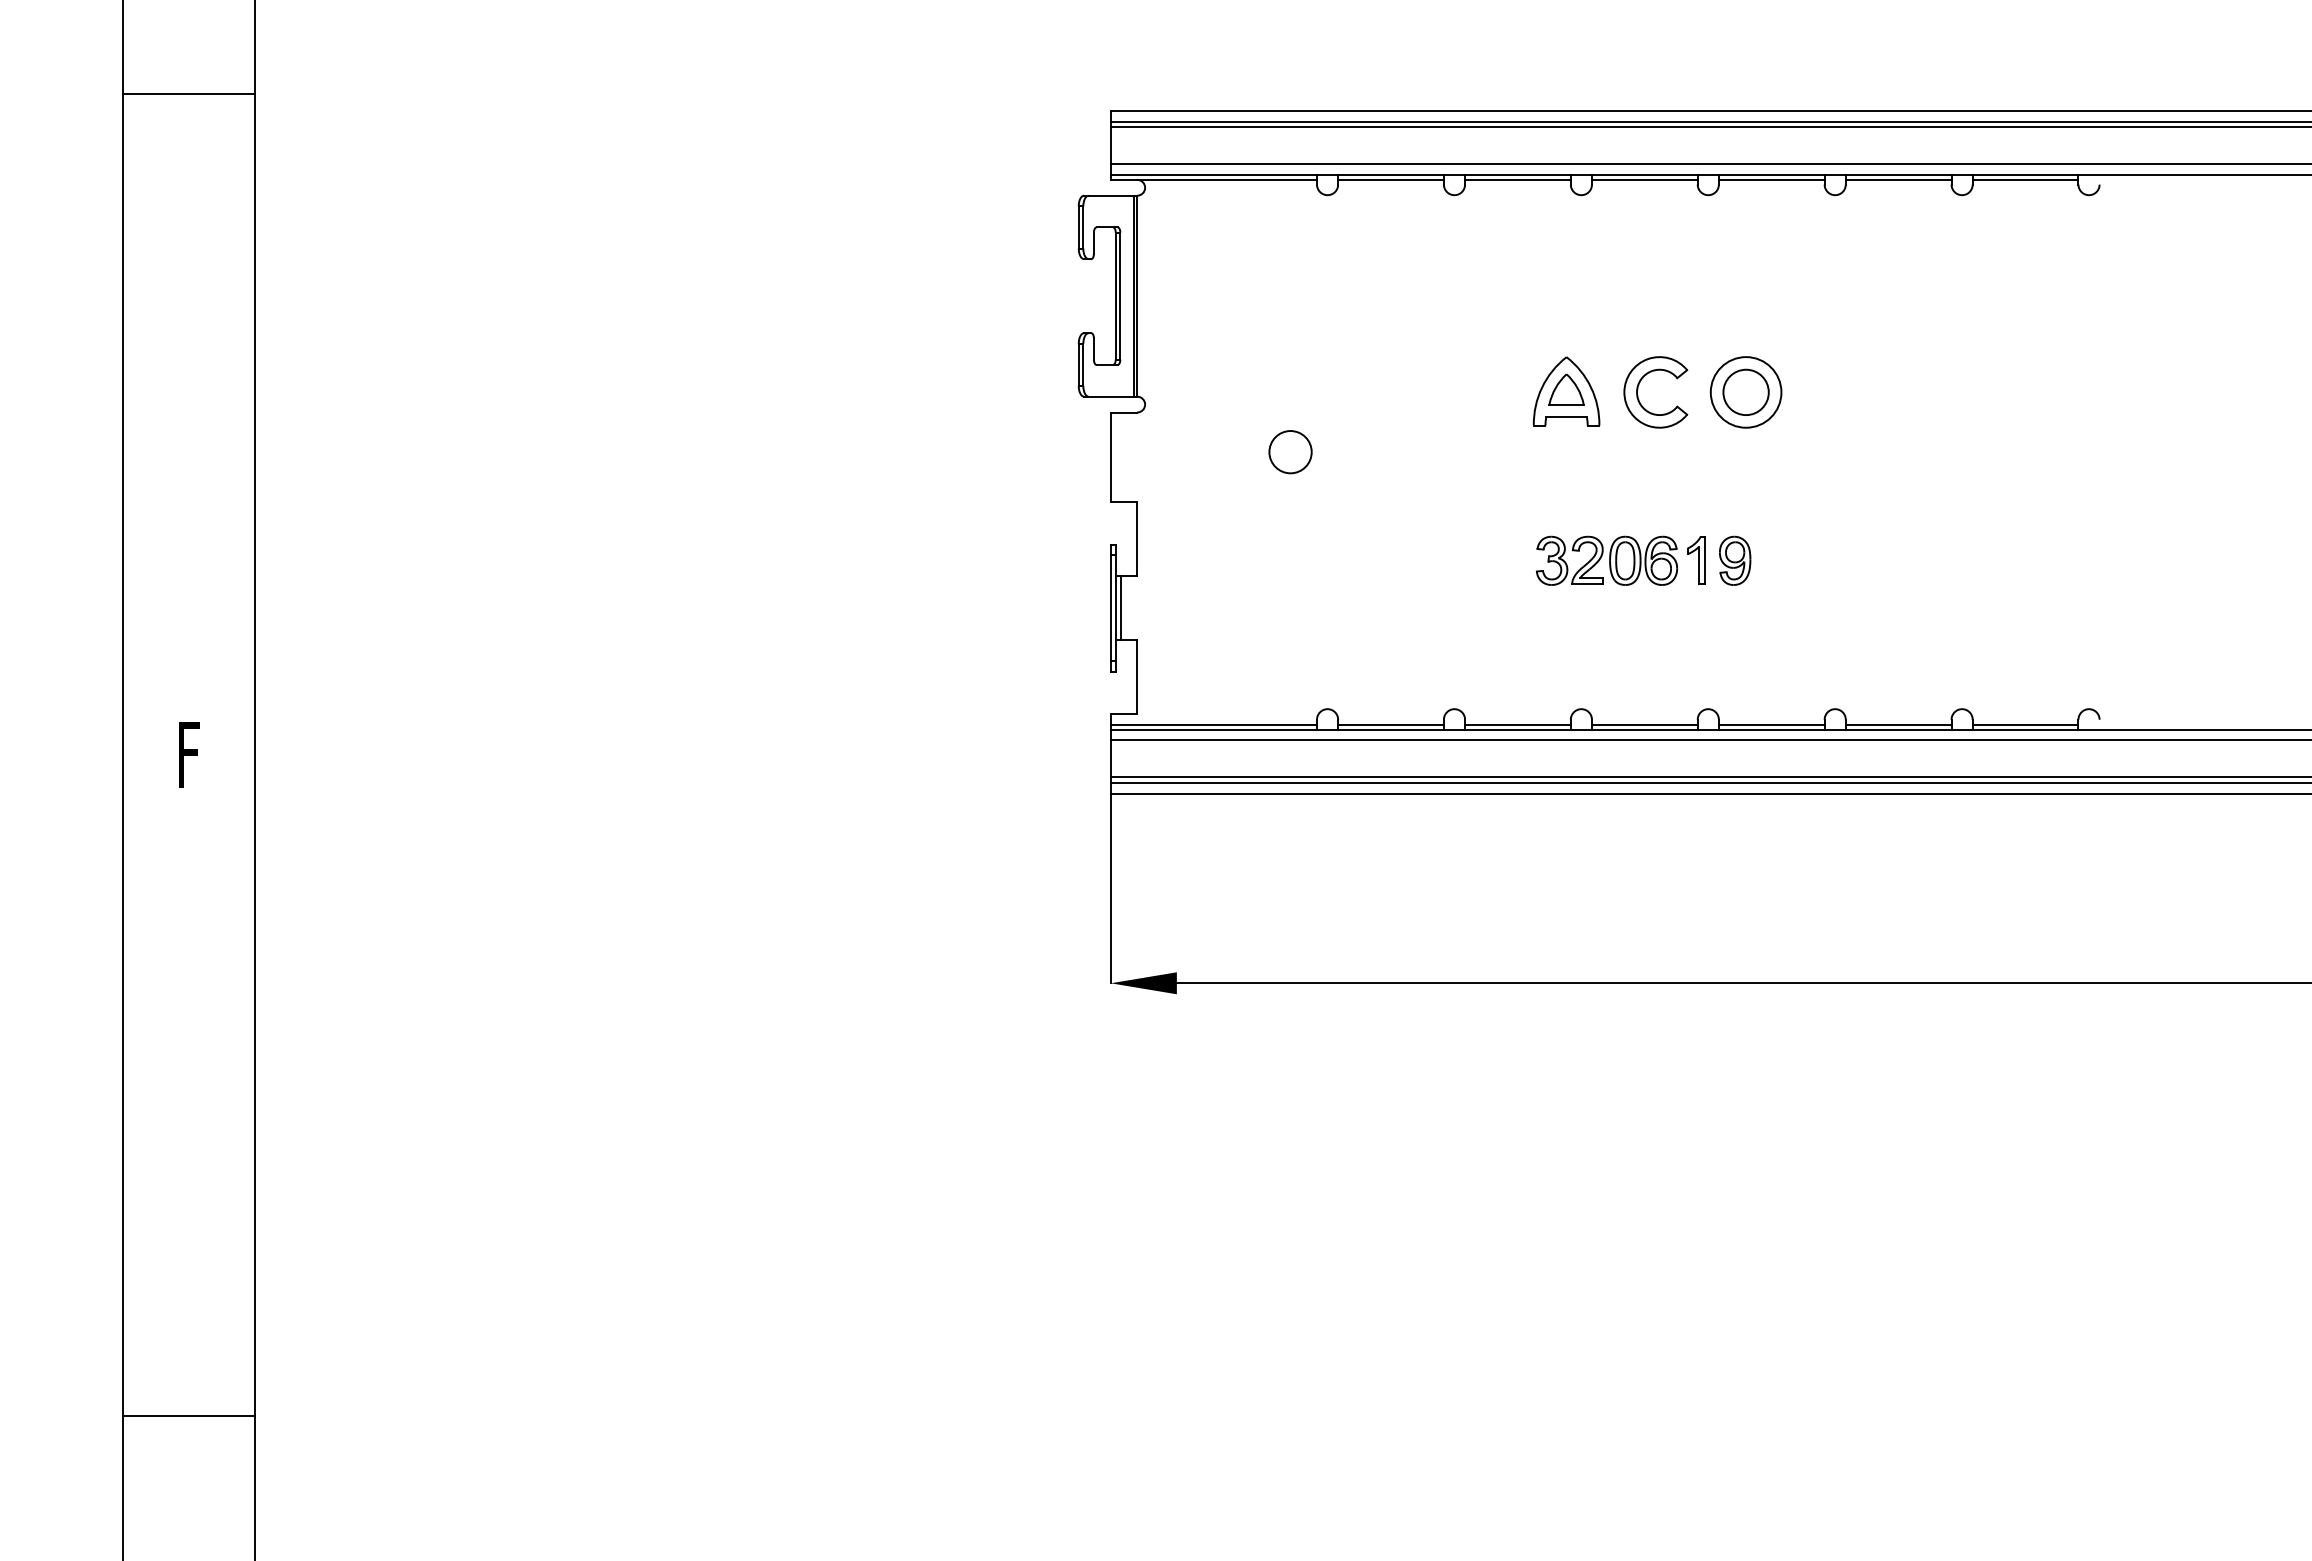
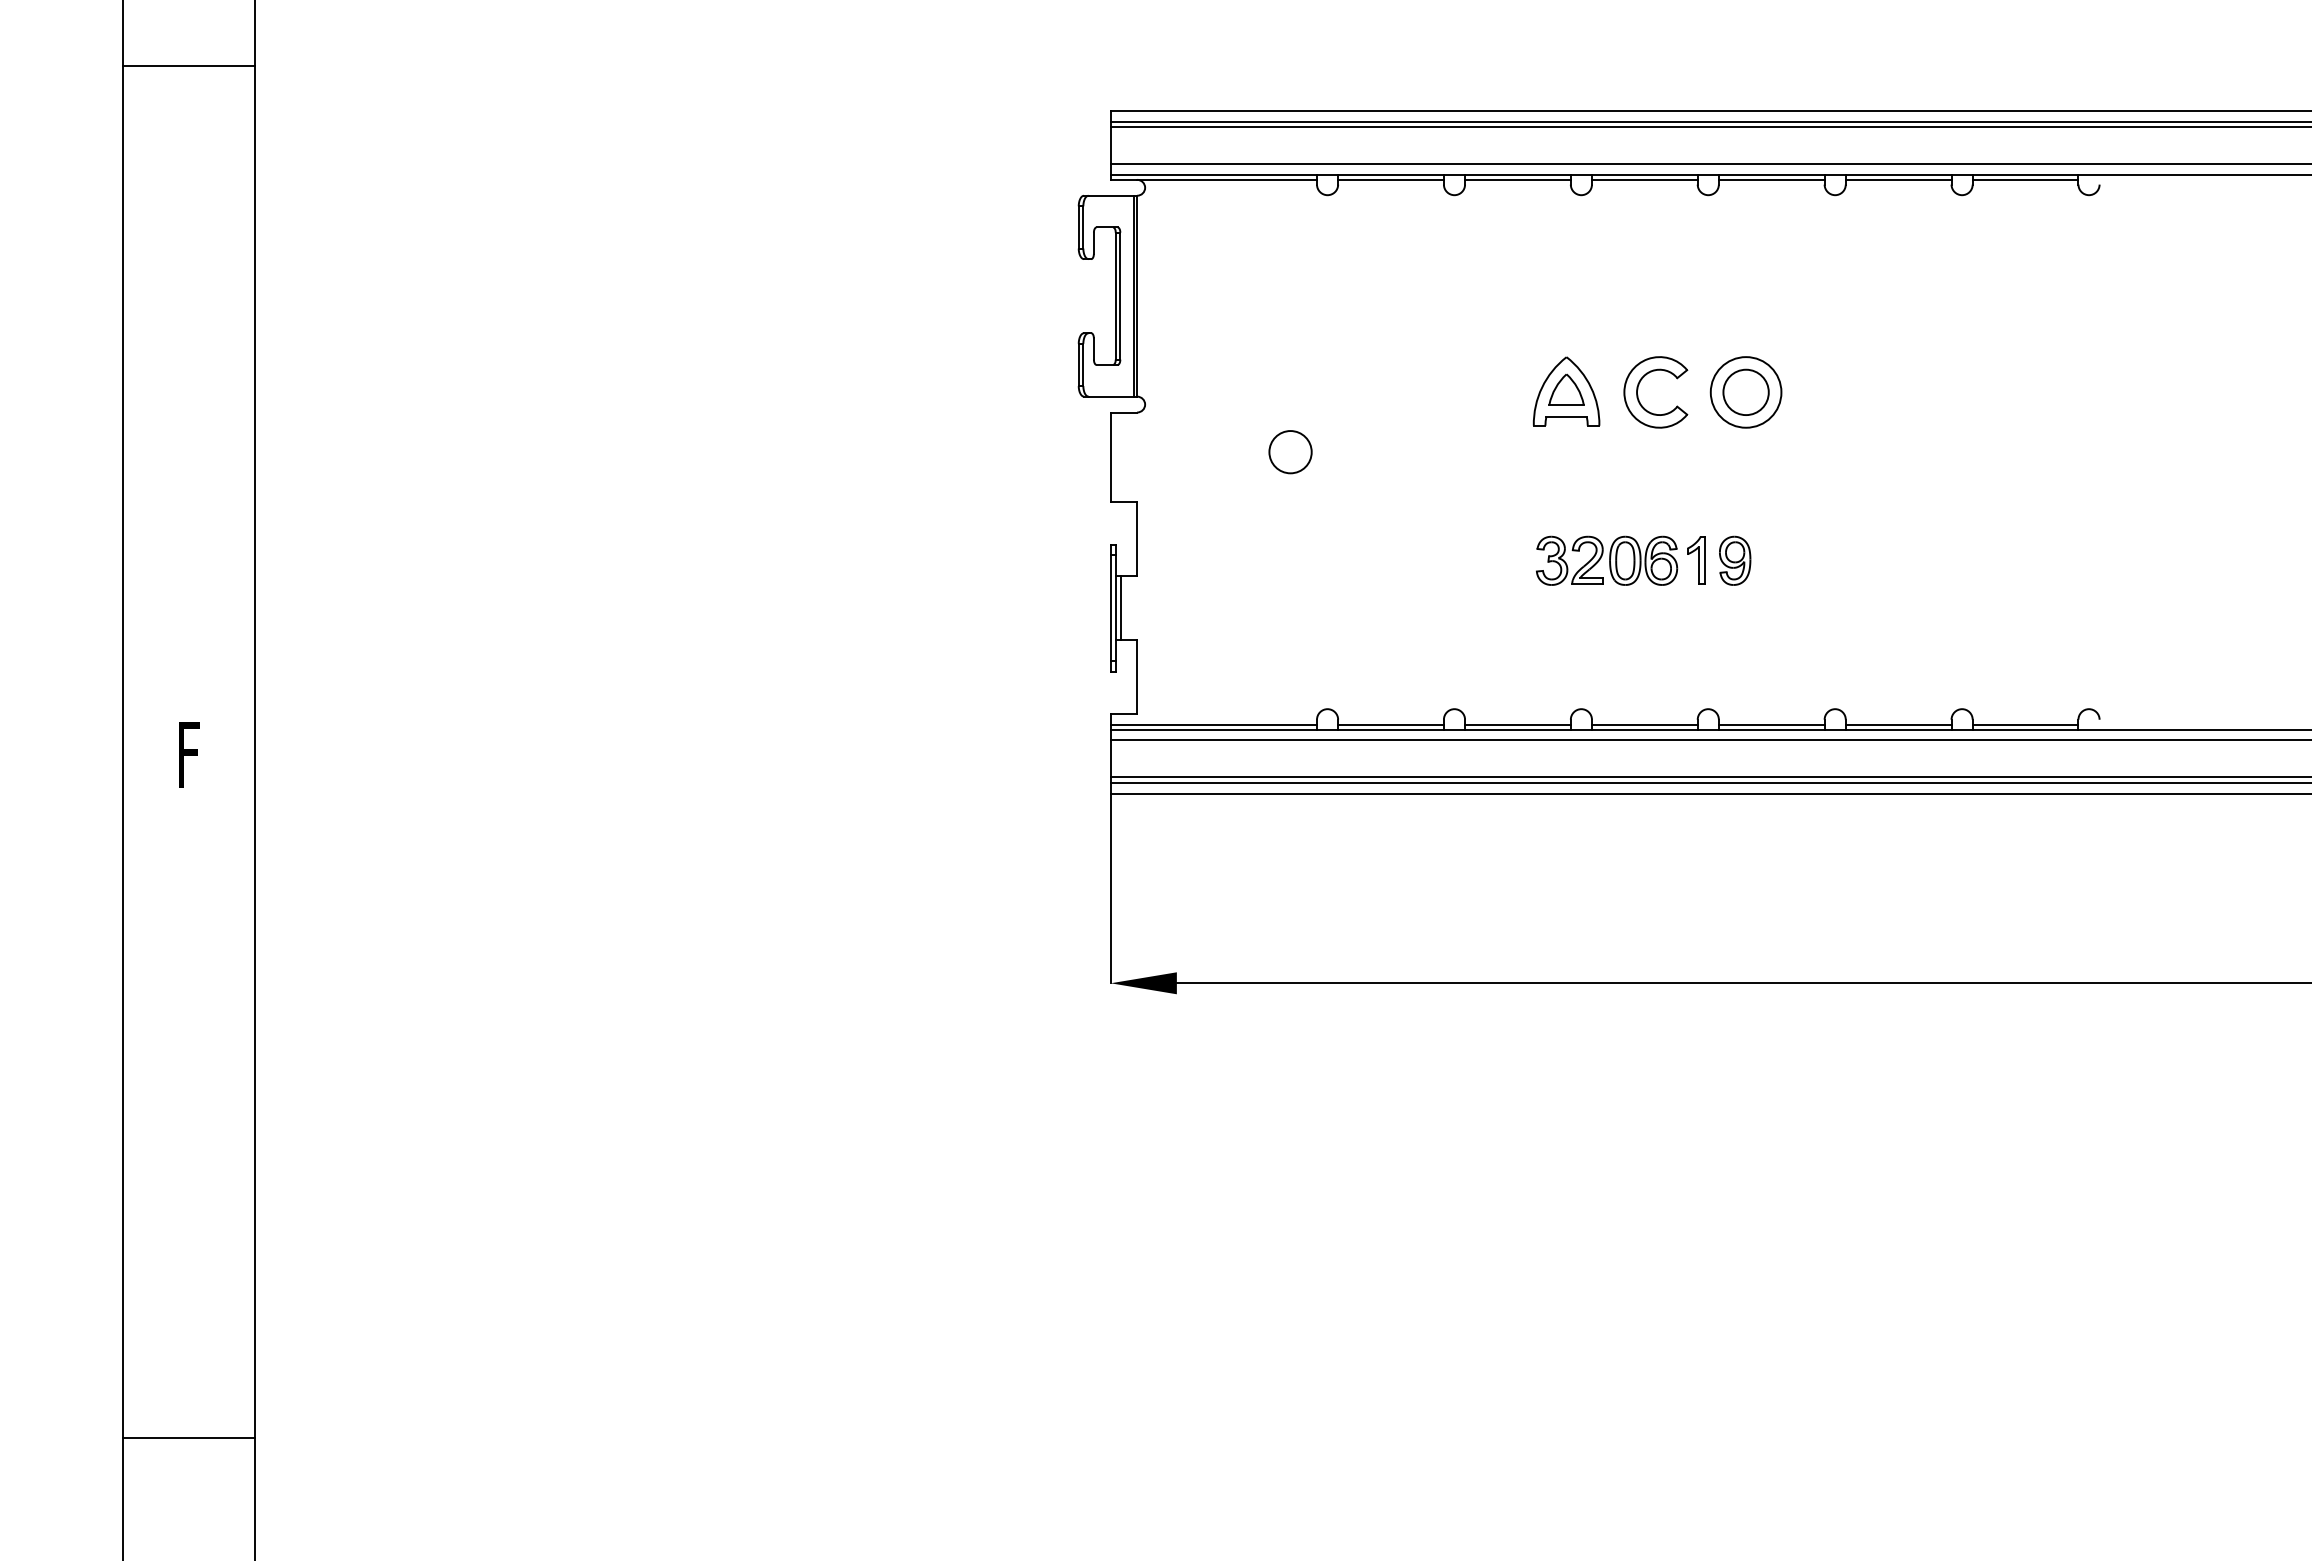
line at (189, 93) position: (189, 93) -> (189, 65)
line at (189, 1415) position: (189, 1415) -> (189, 1437)
